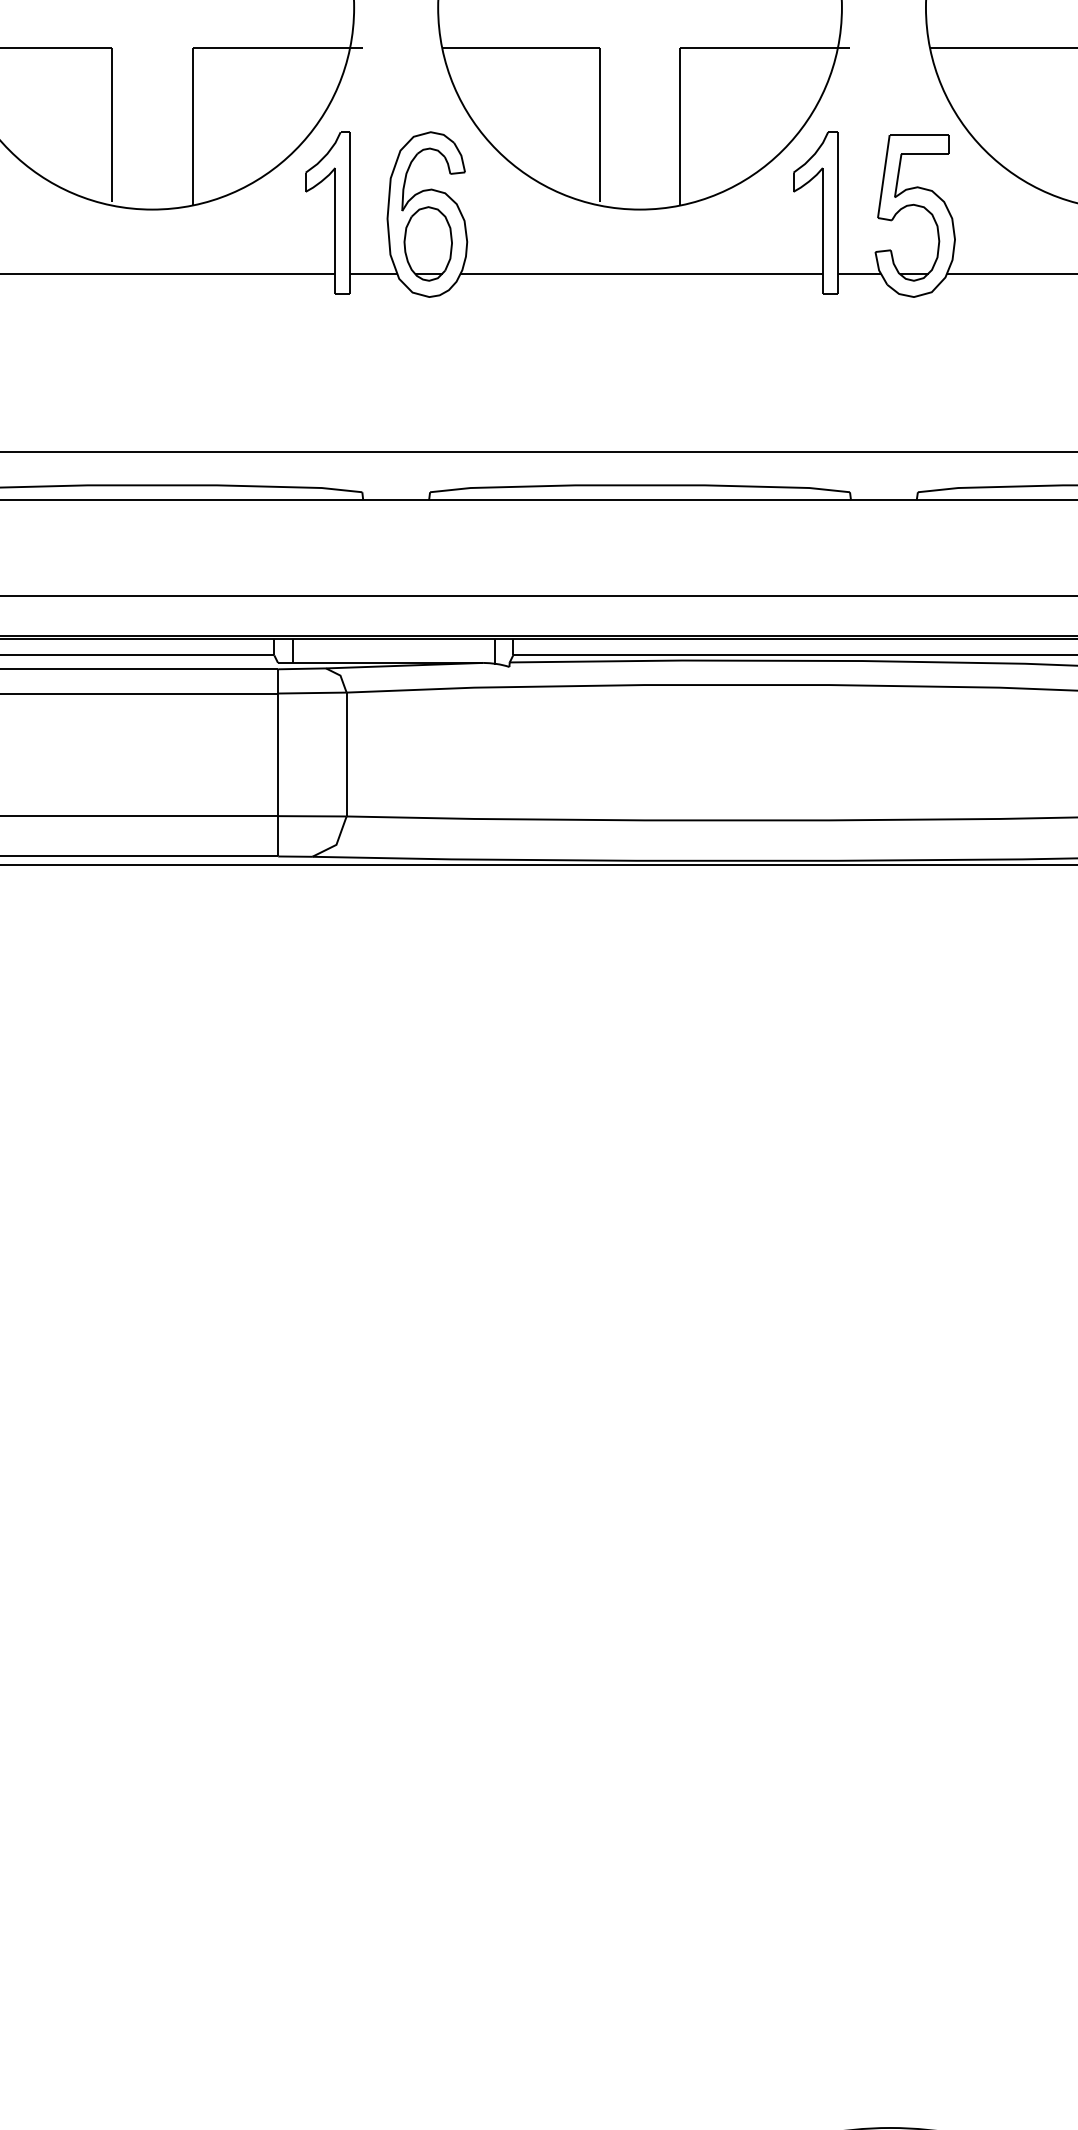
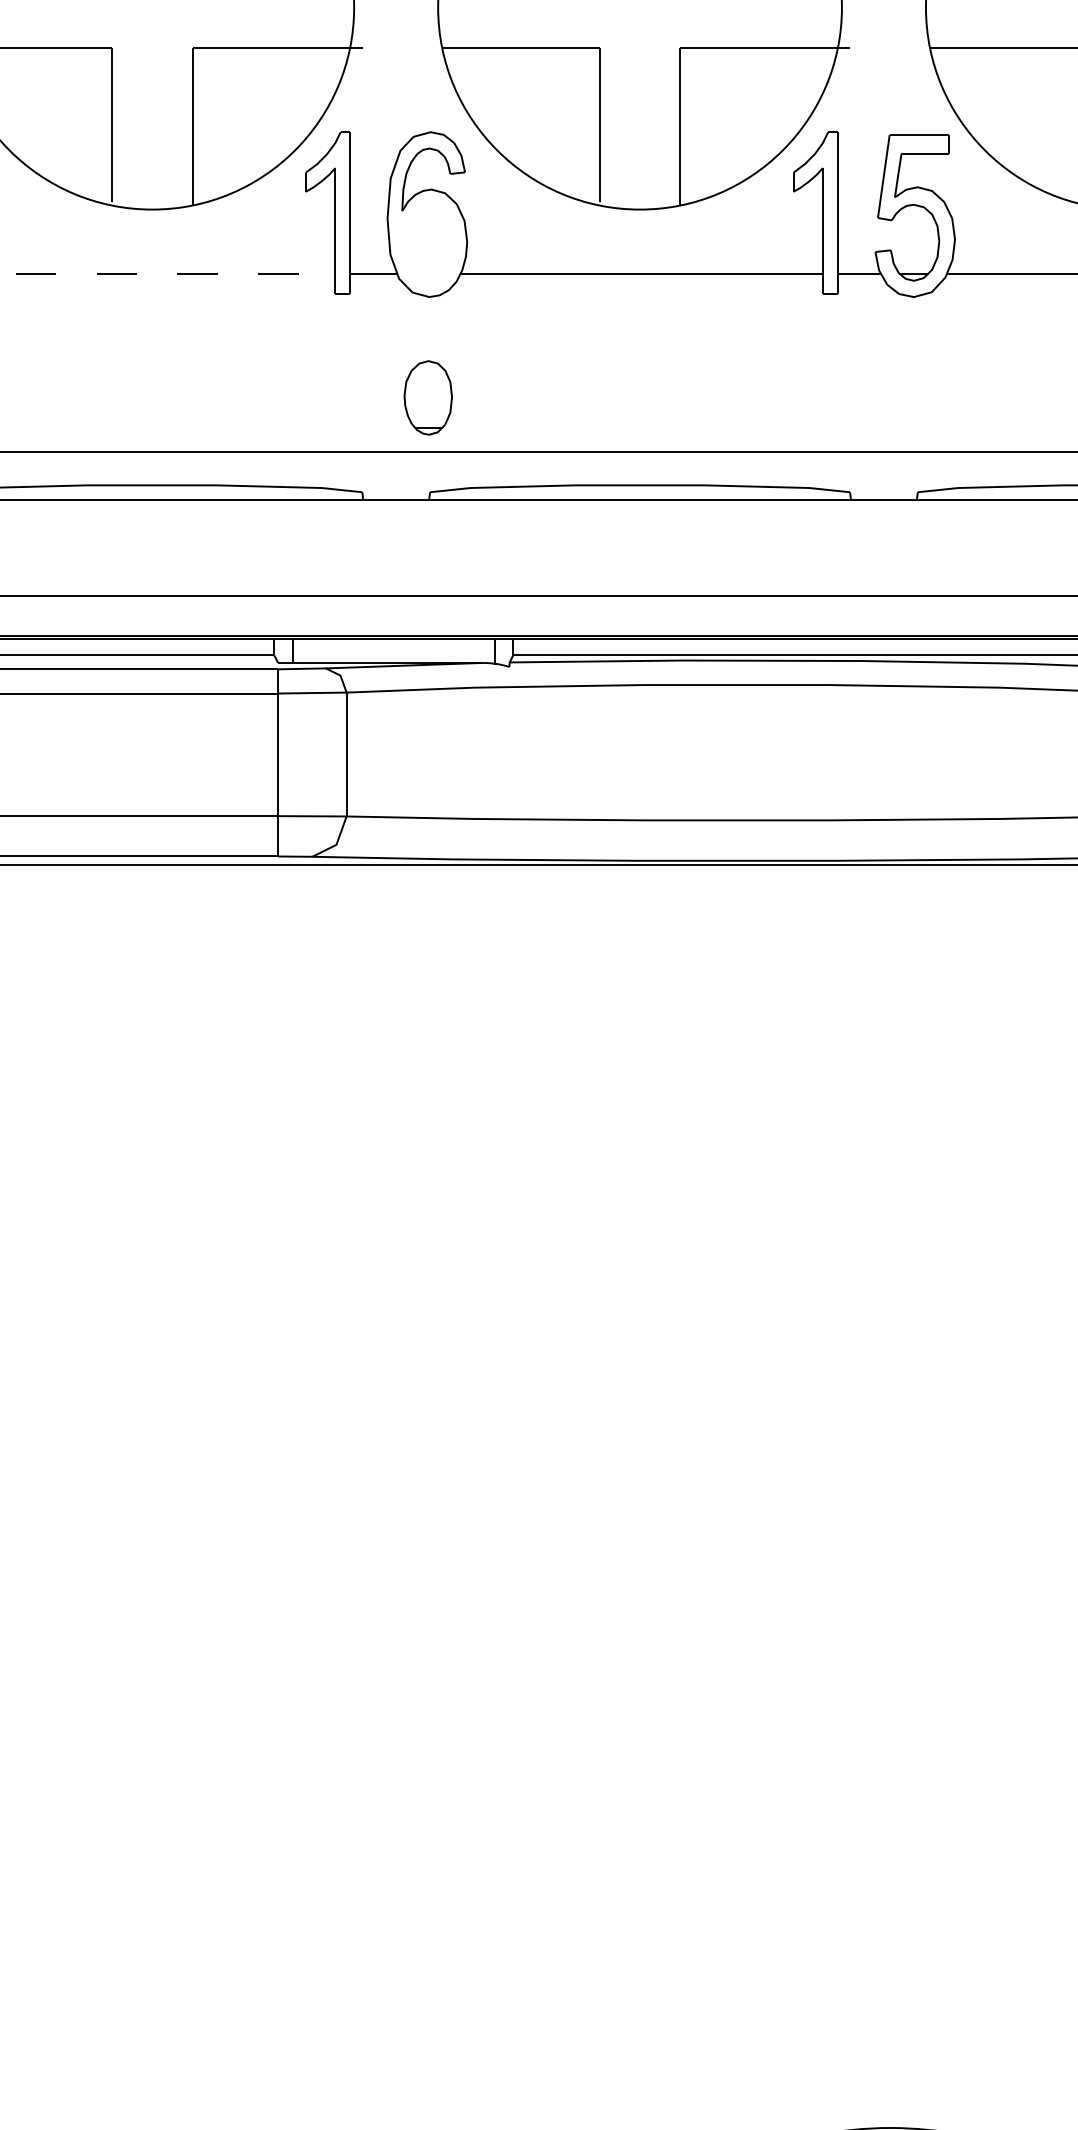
part at (427, 243) position: (427, 243) -> (427, 397)
line at (167, 274): solid -> dashed
